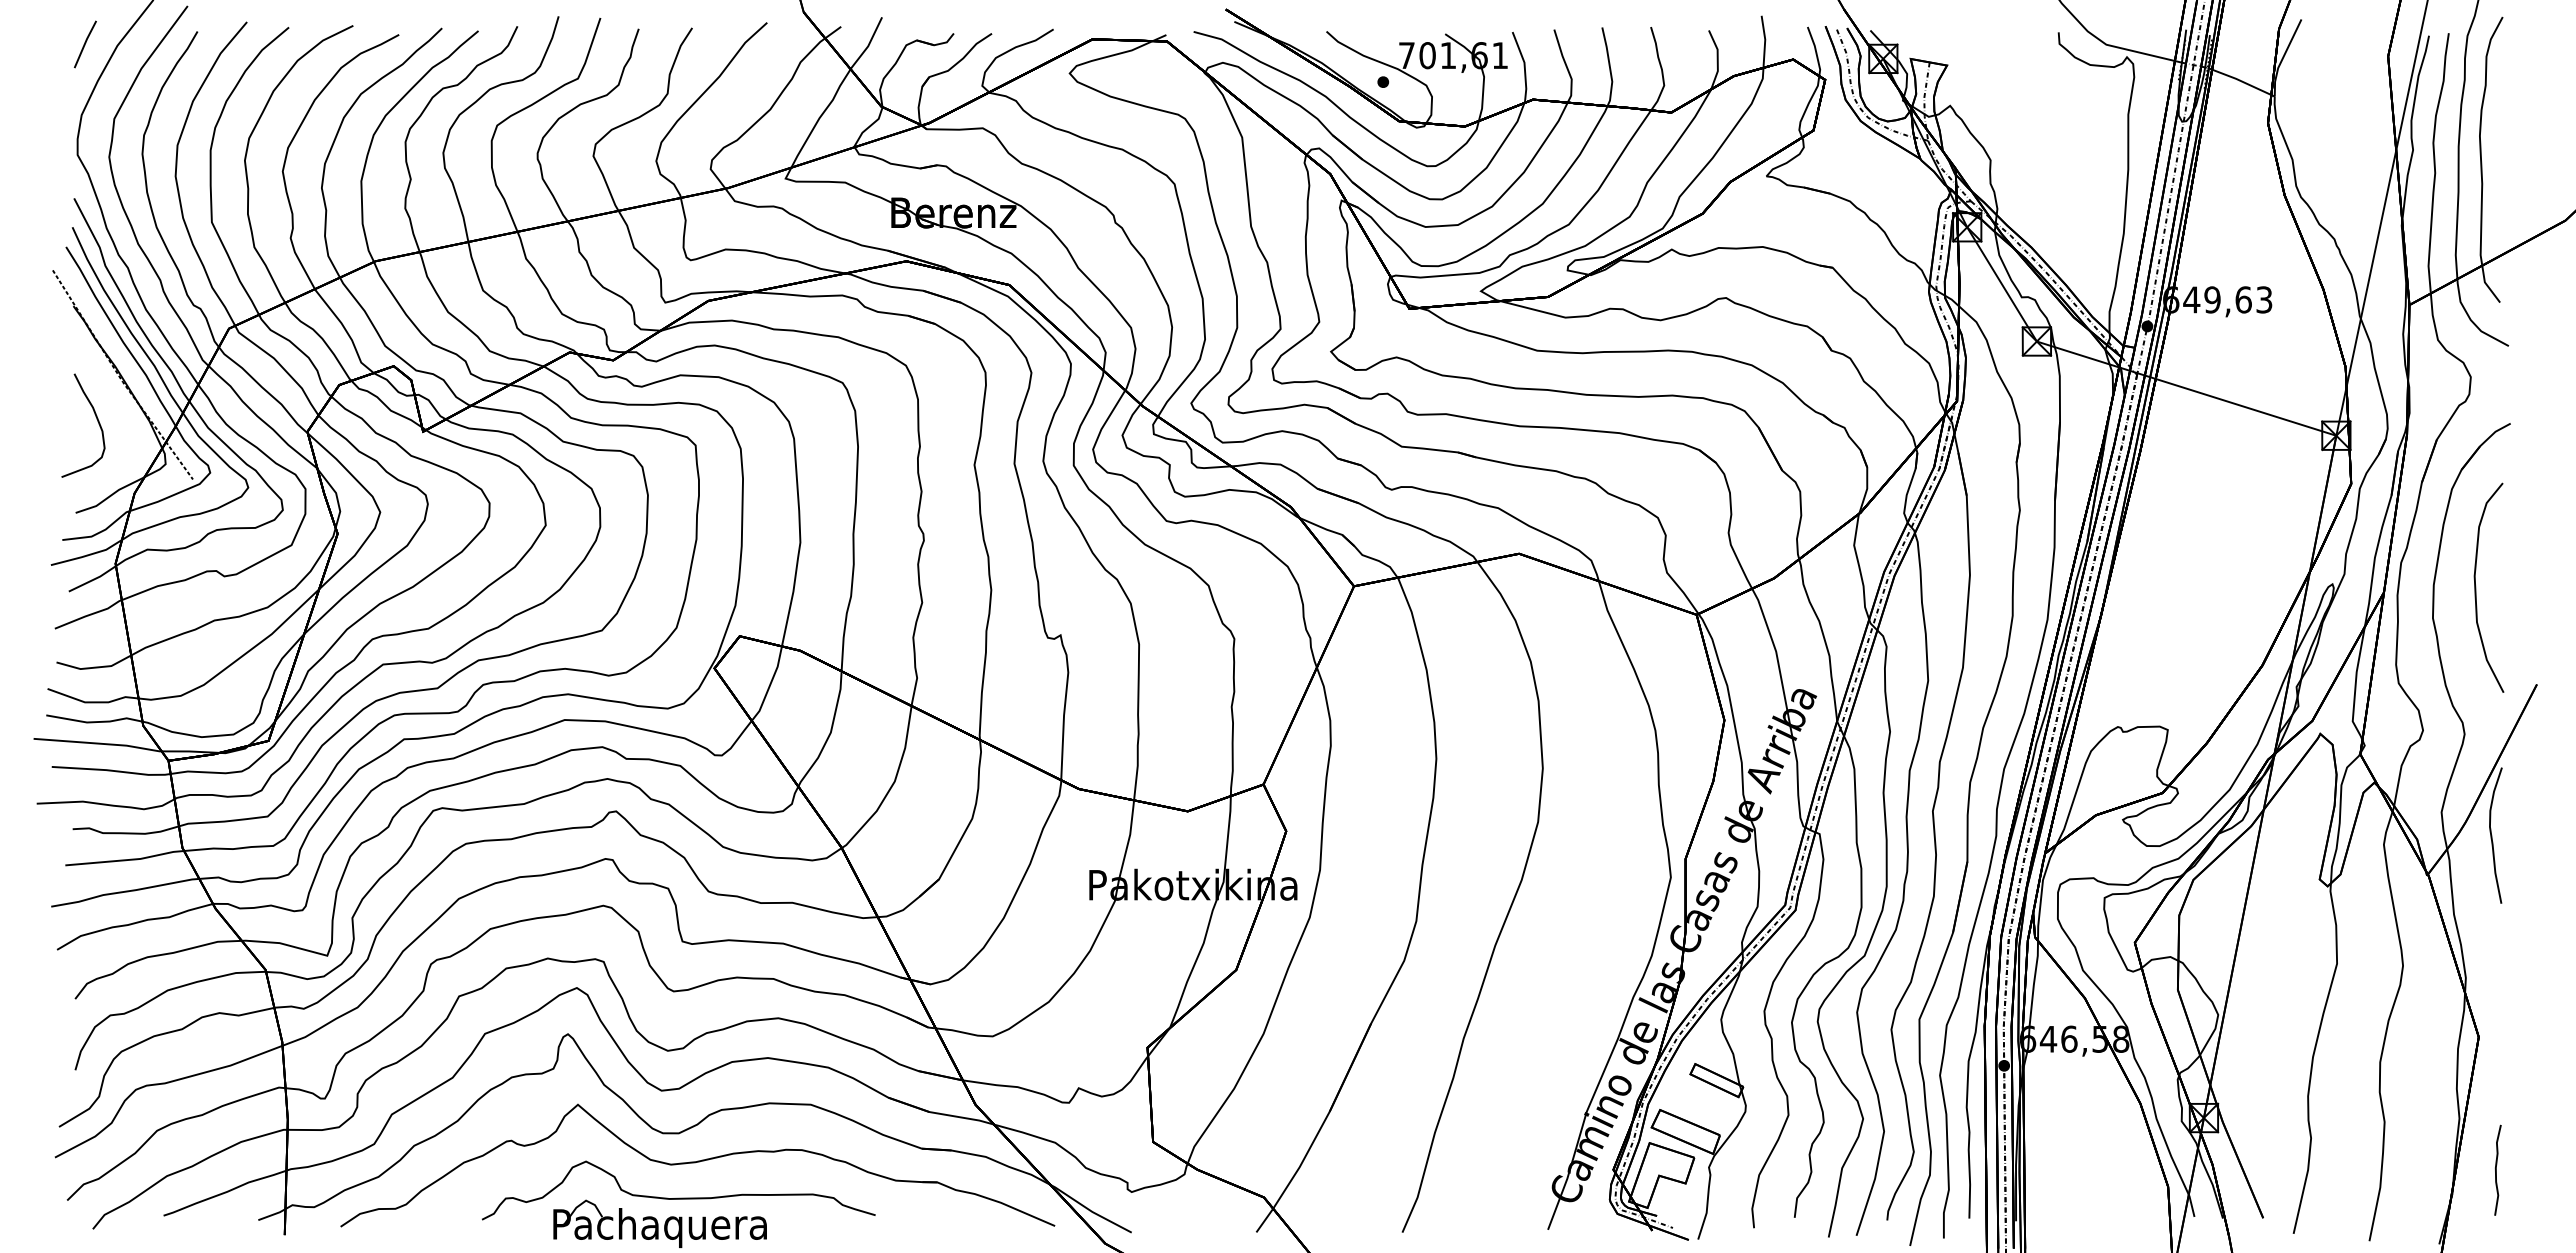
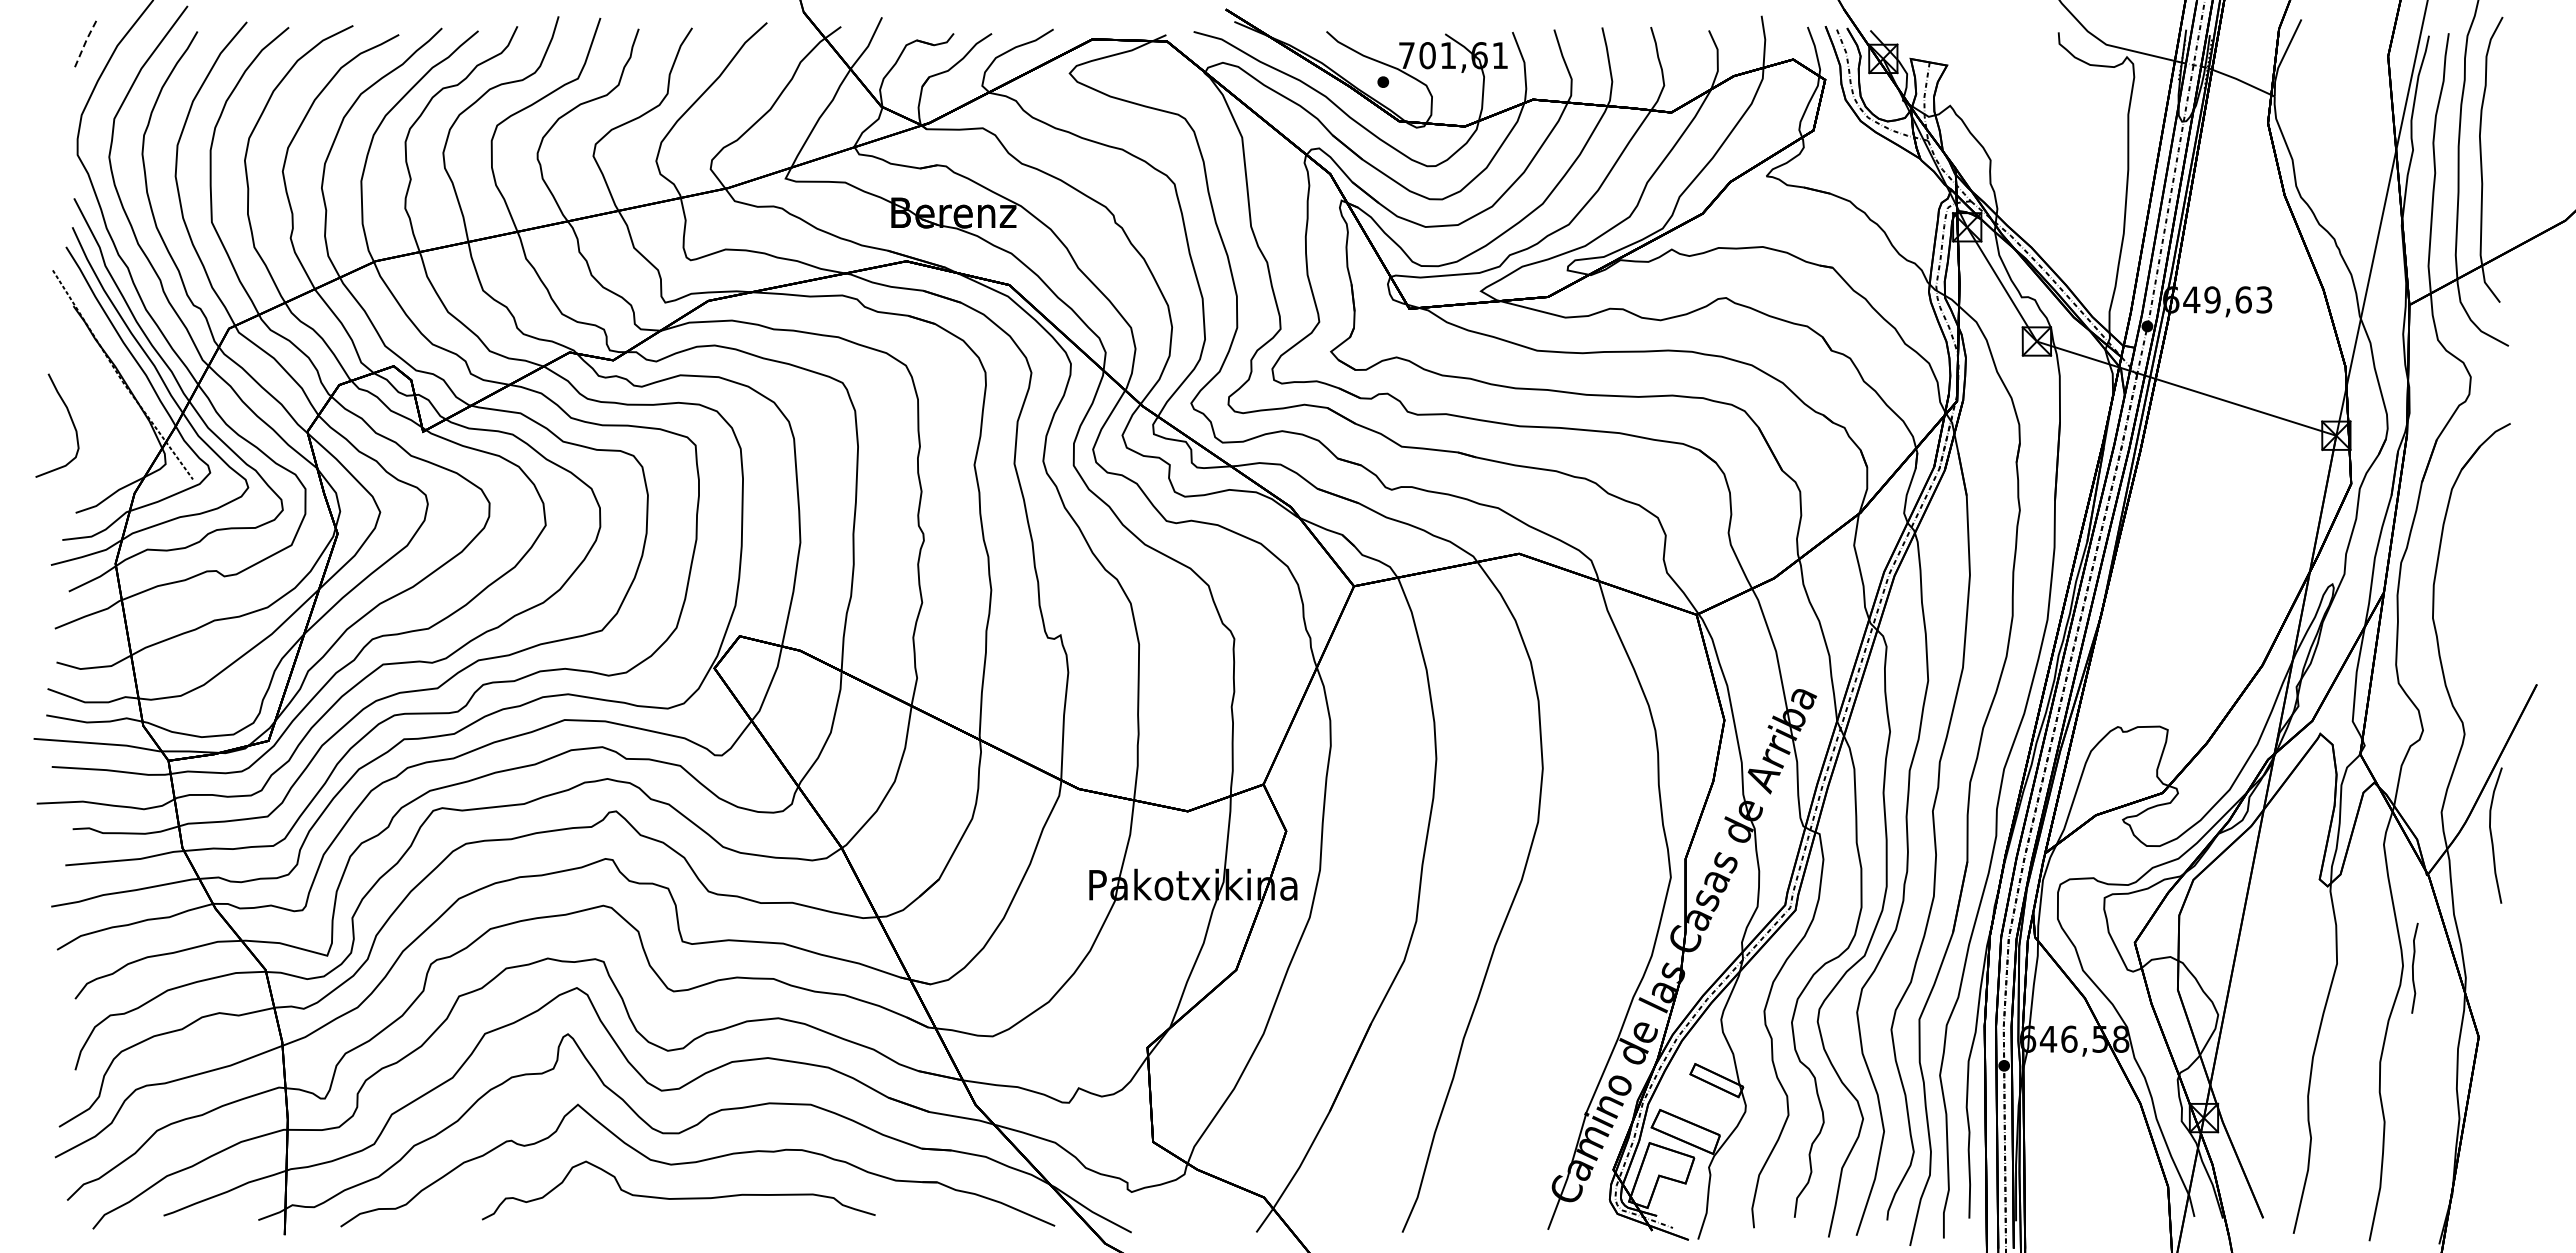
line at (85, 43): solid -> dashed
curve at (96, 419) position: (96, 419) -> (70, 419)
curve at (2476, 587): present -> none
curve at (2496, 1169) position: (2496, 1169) -> (2413, 967)
part at (659, 1223): present -> none
